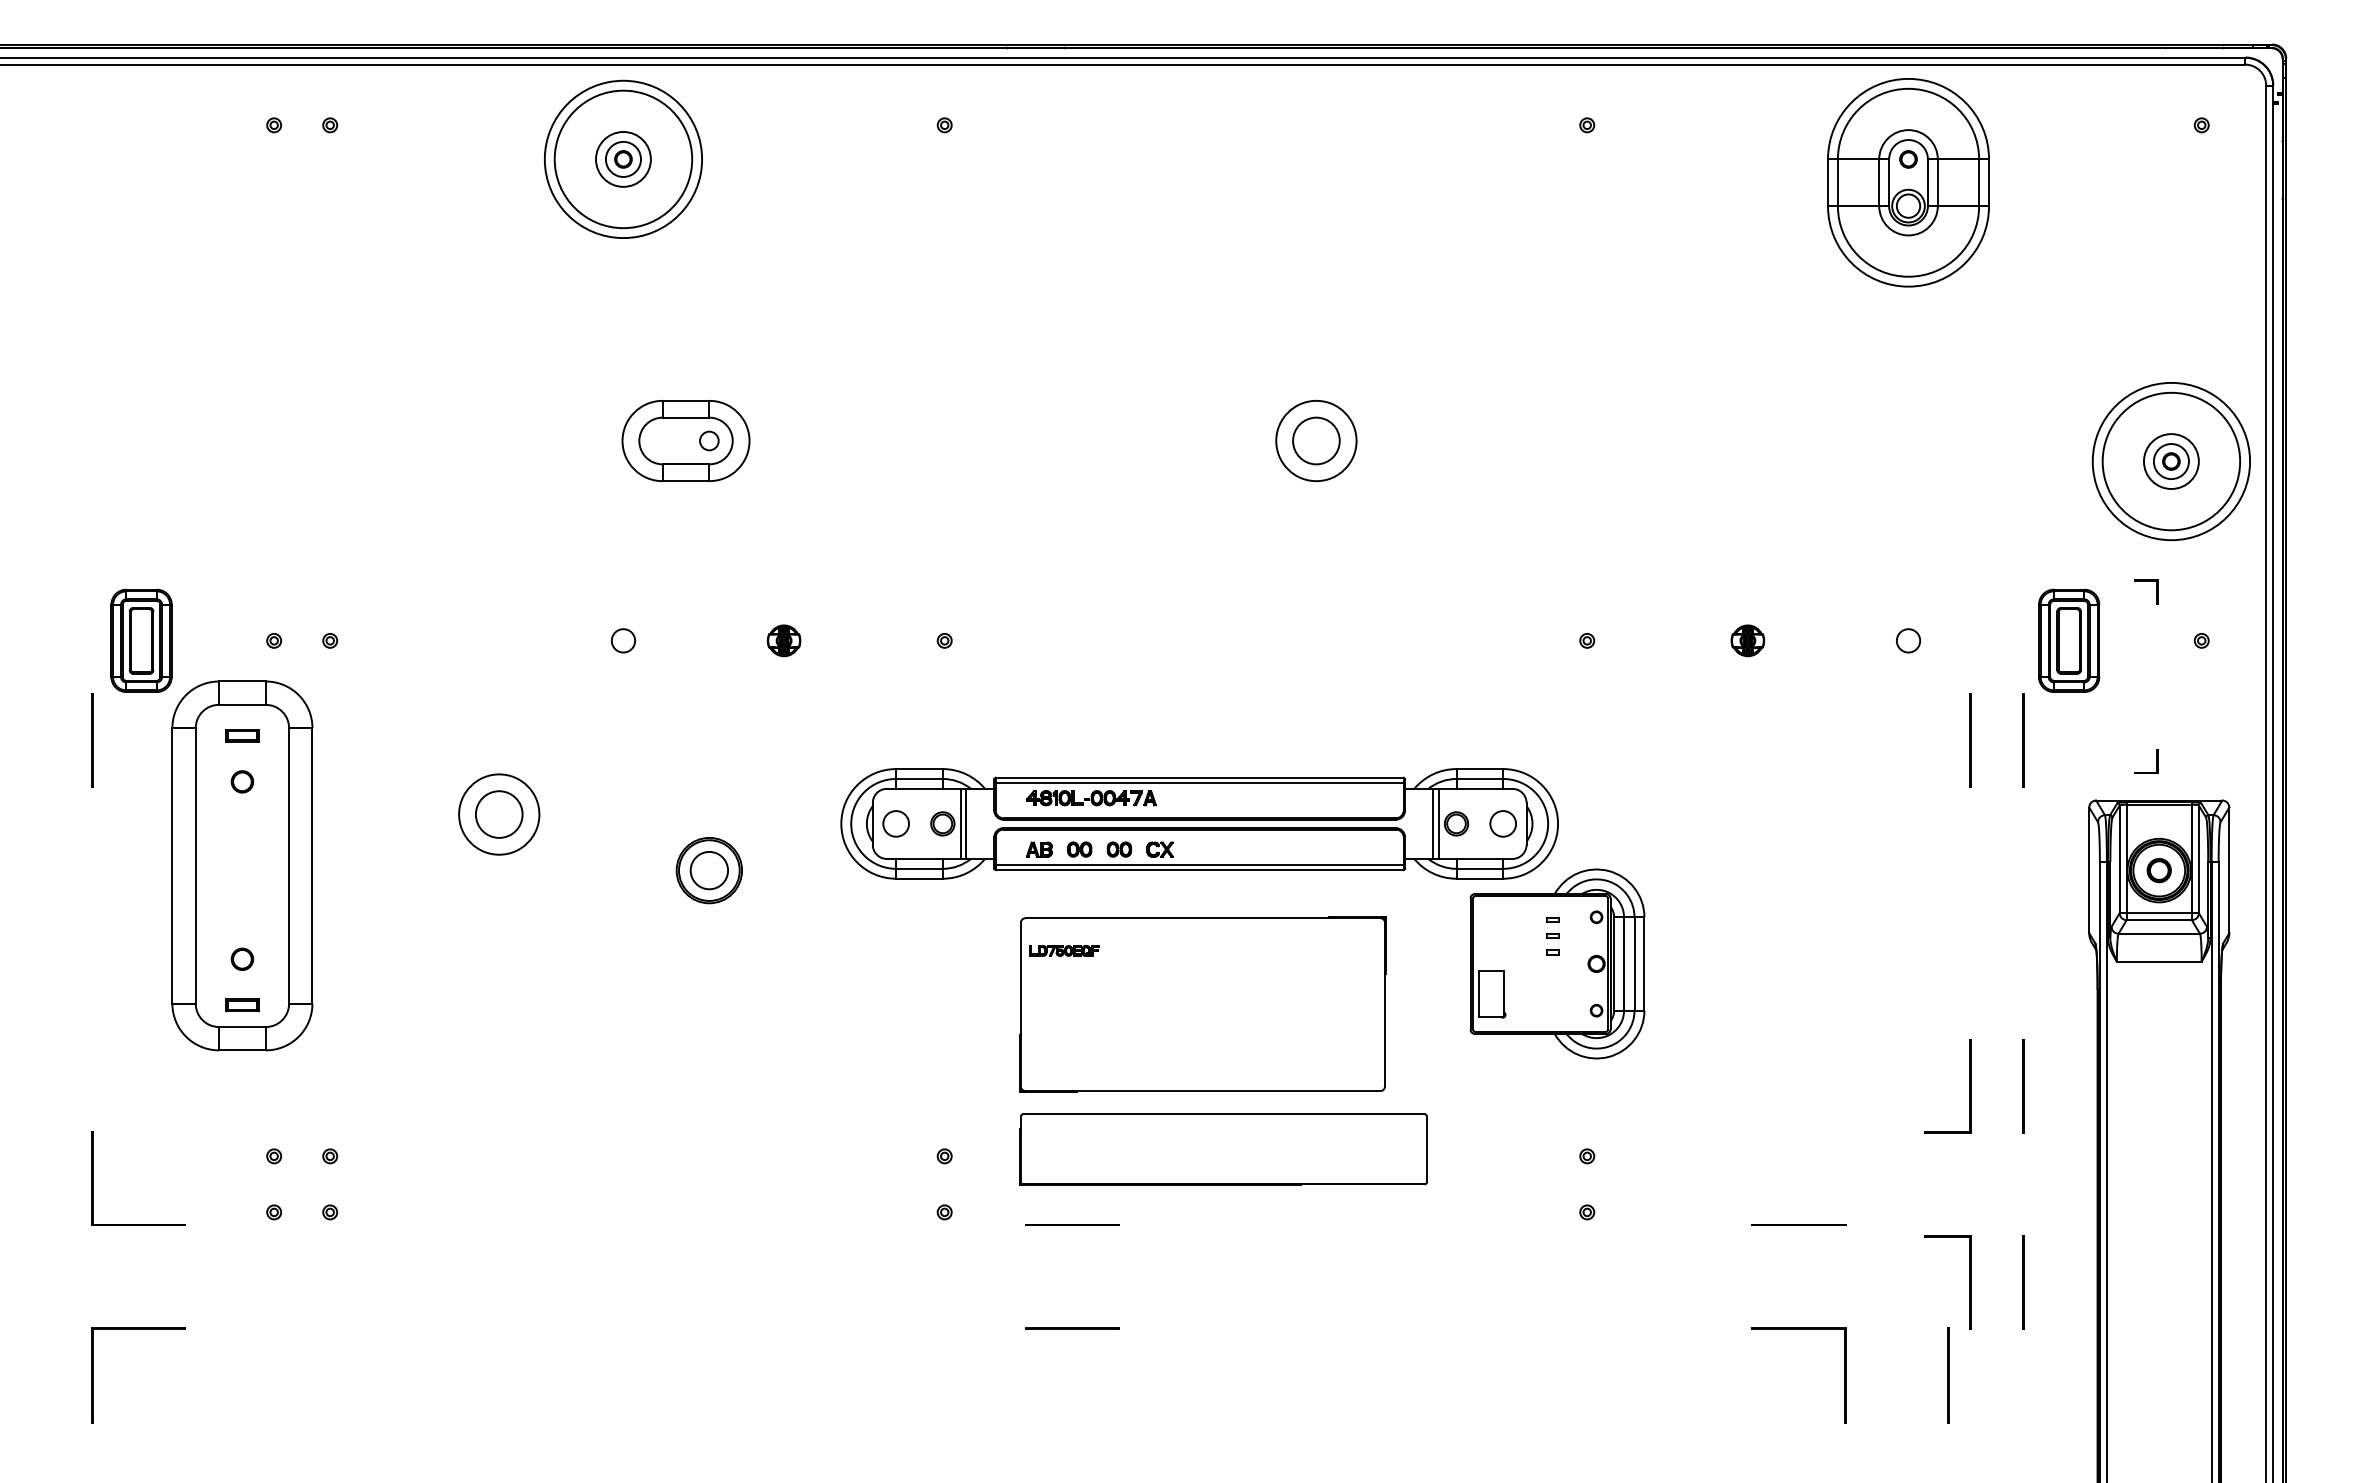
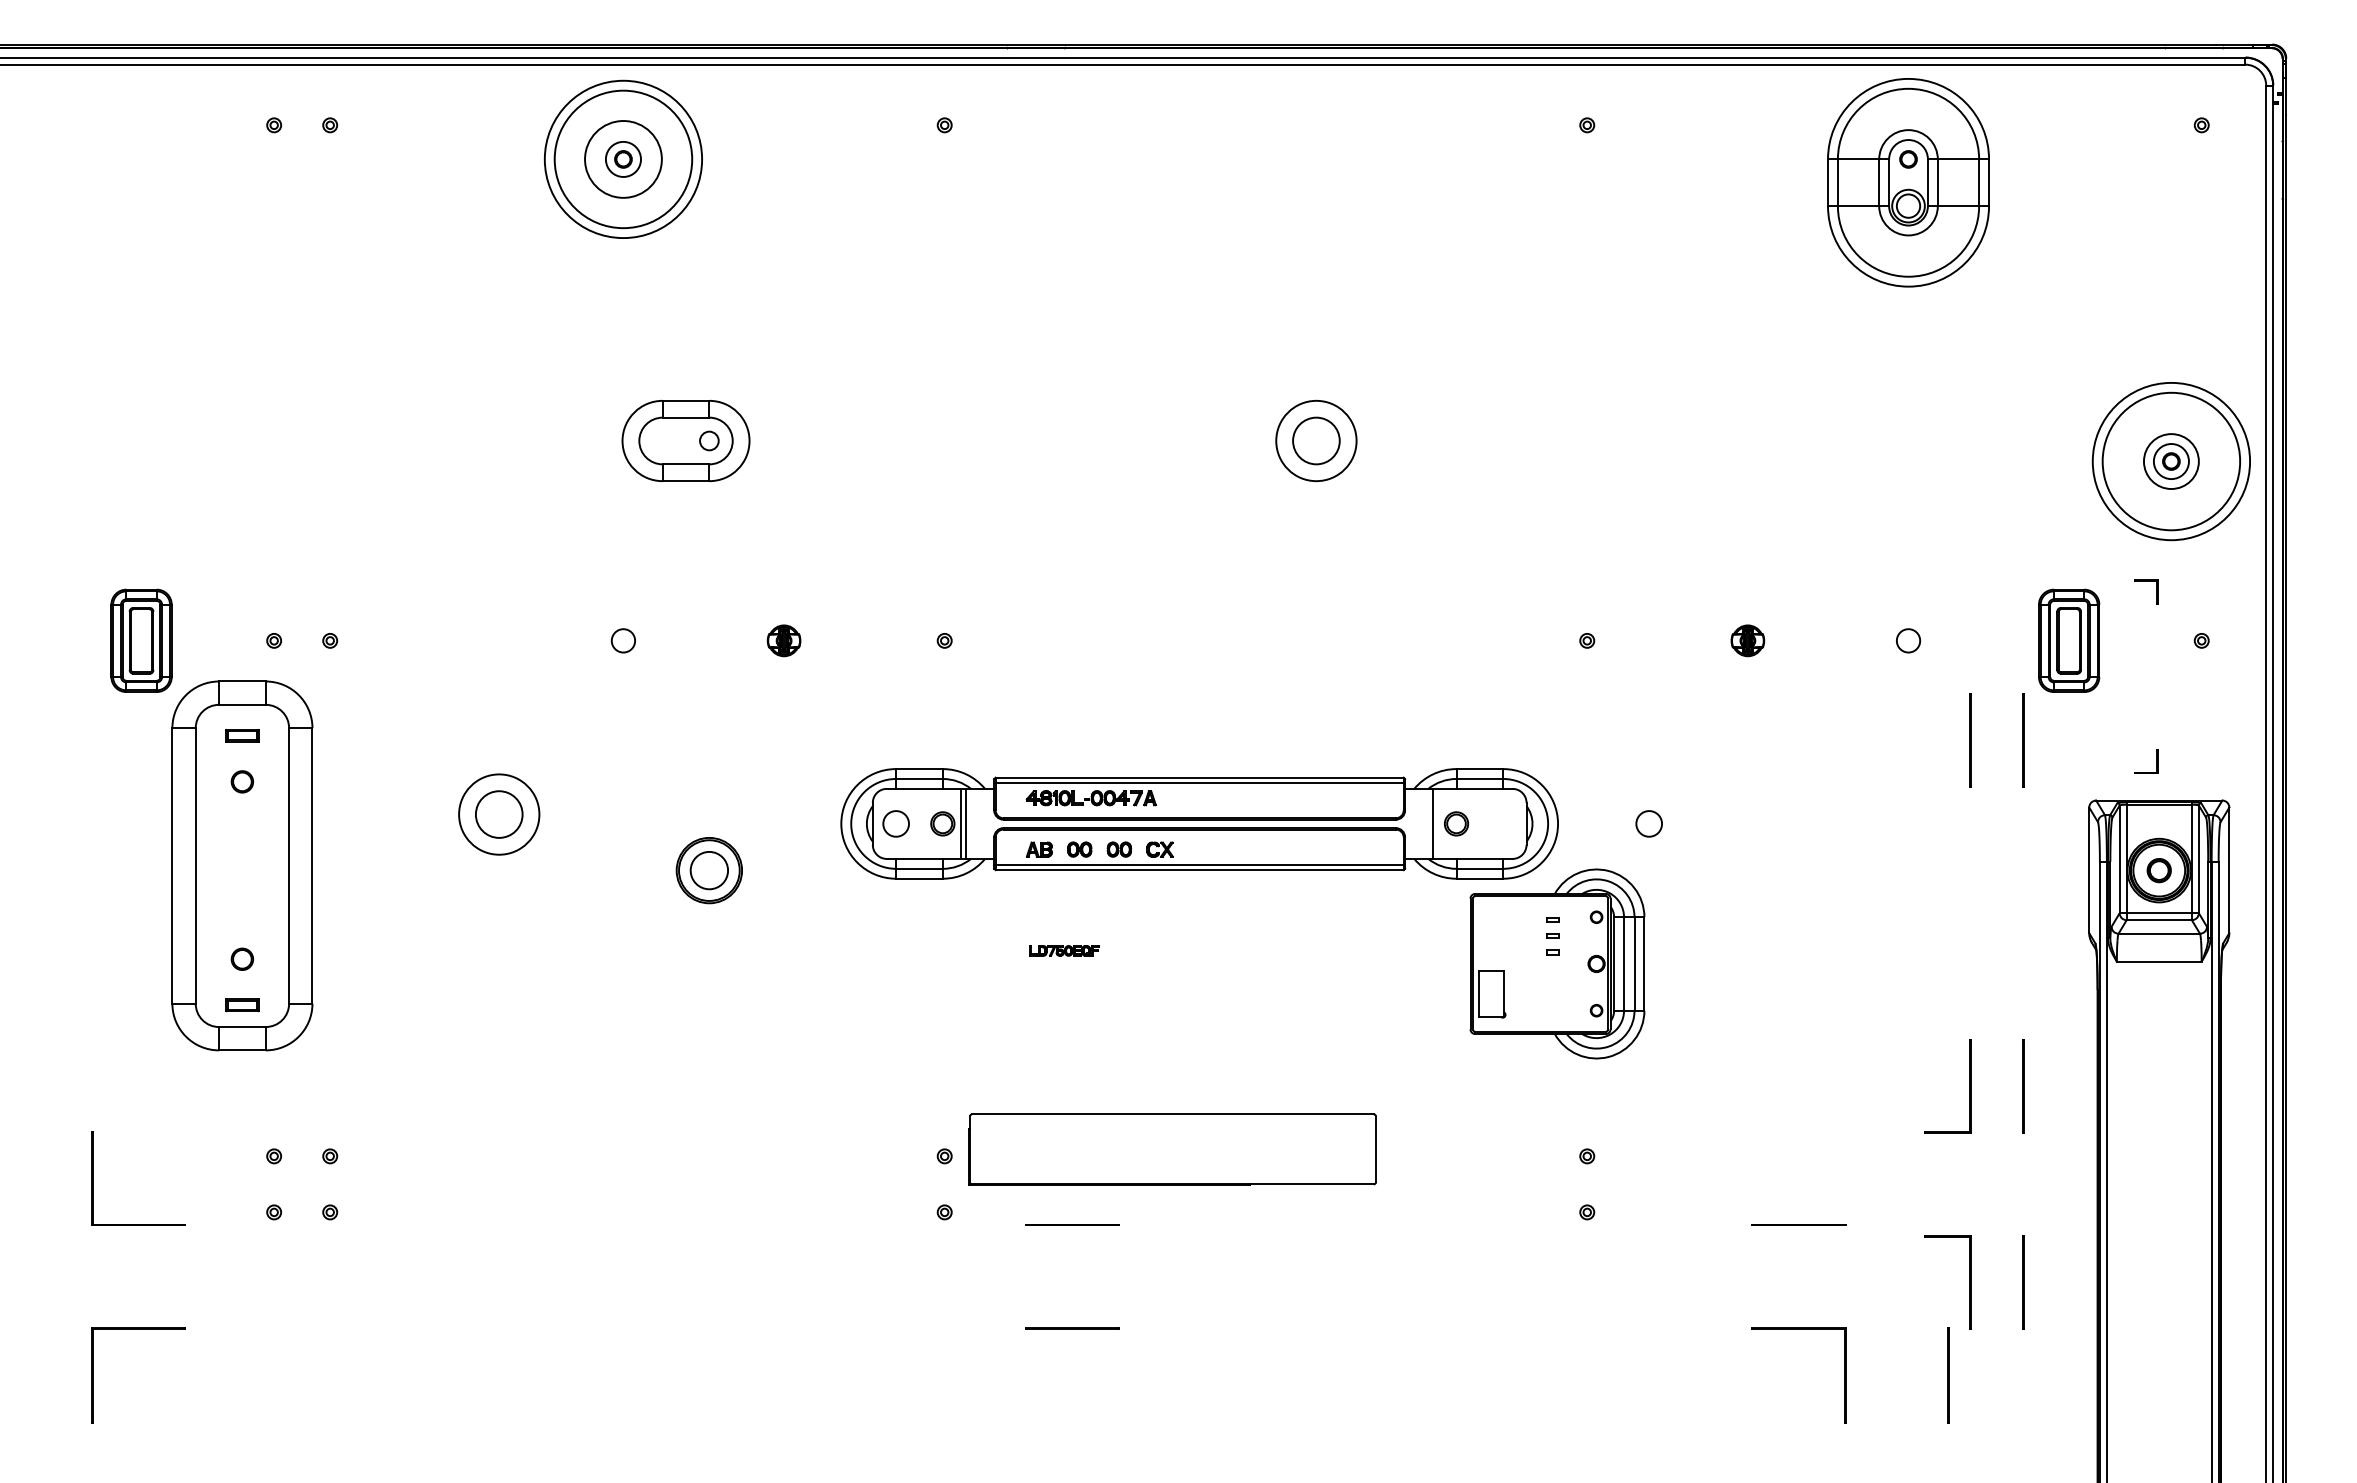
circle at (623, 158) diameter: 55 px -> 77 px
line at (92, 740): present -> none
line at (1438, 823): present -> none
circle at (1502, 823) position: (1502, 823) -> (1648, 823)
part at (1202, 1004): present -> none
part at (1223, 1149) position: (1223, 1149) -> (1172, 1149)
